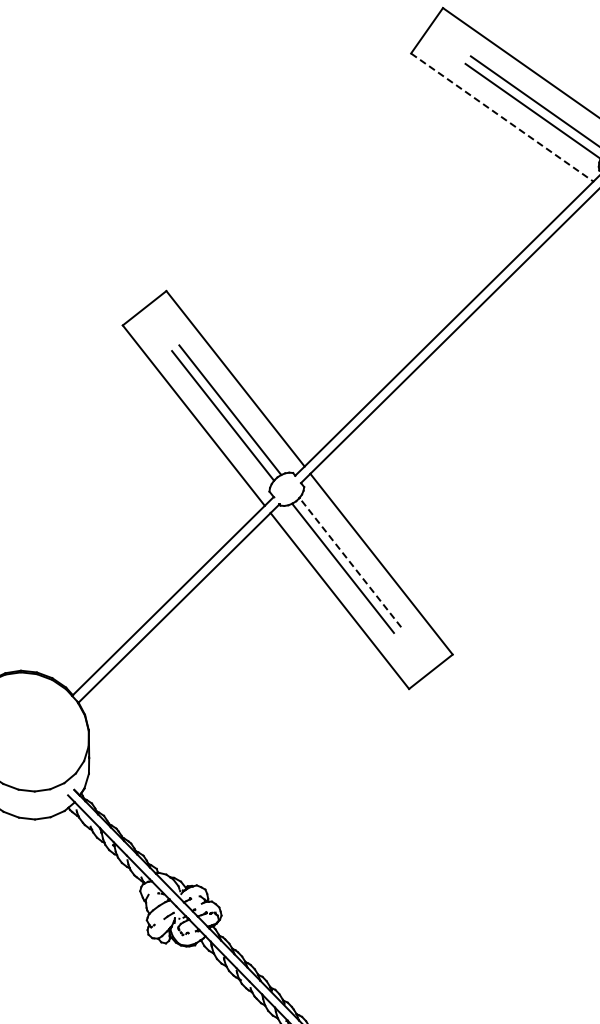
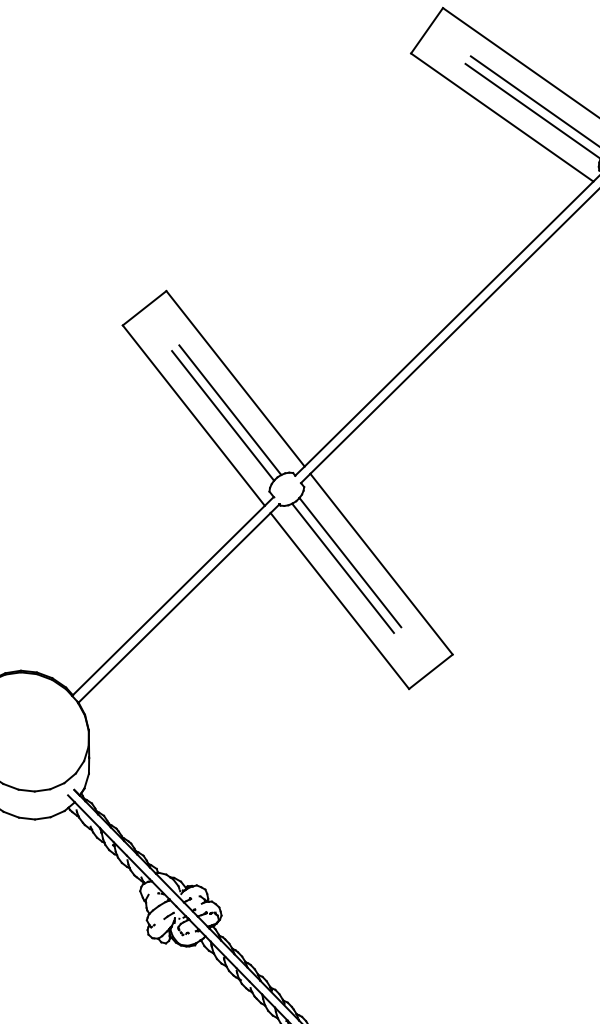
line at (502, 117): dashed -> solid
line at (350, 562): dashed -> solid
